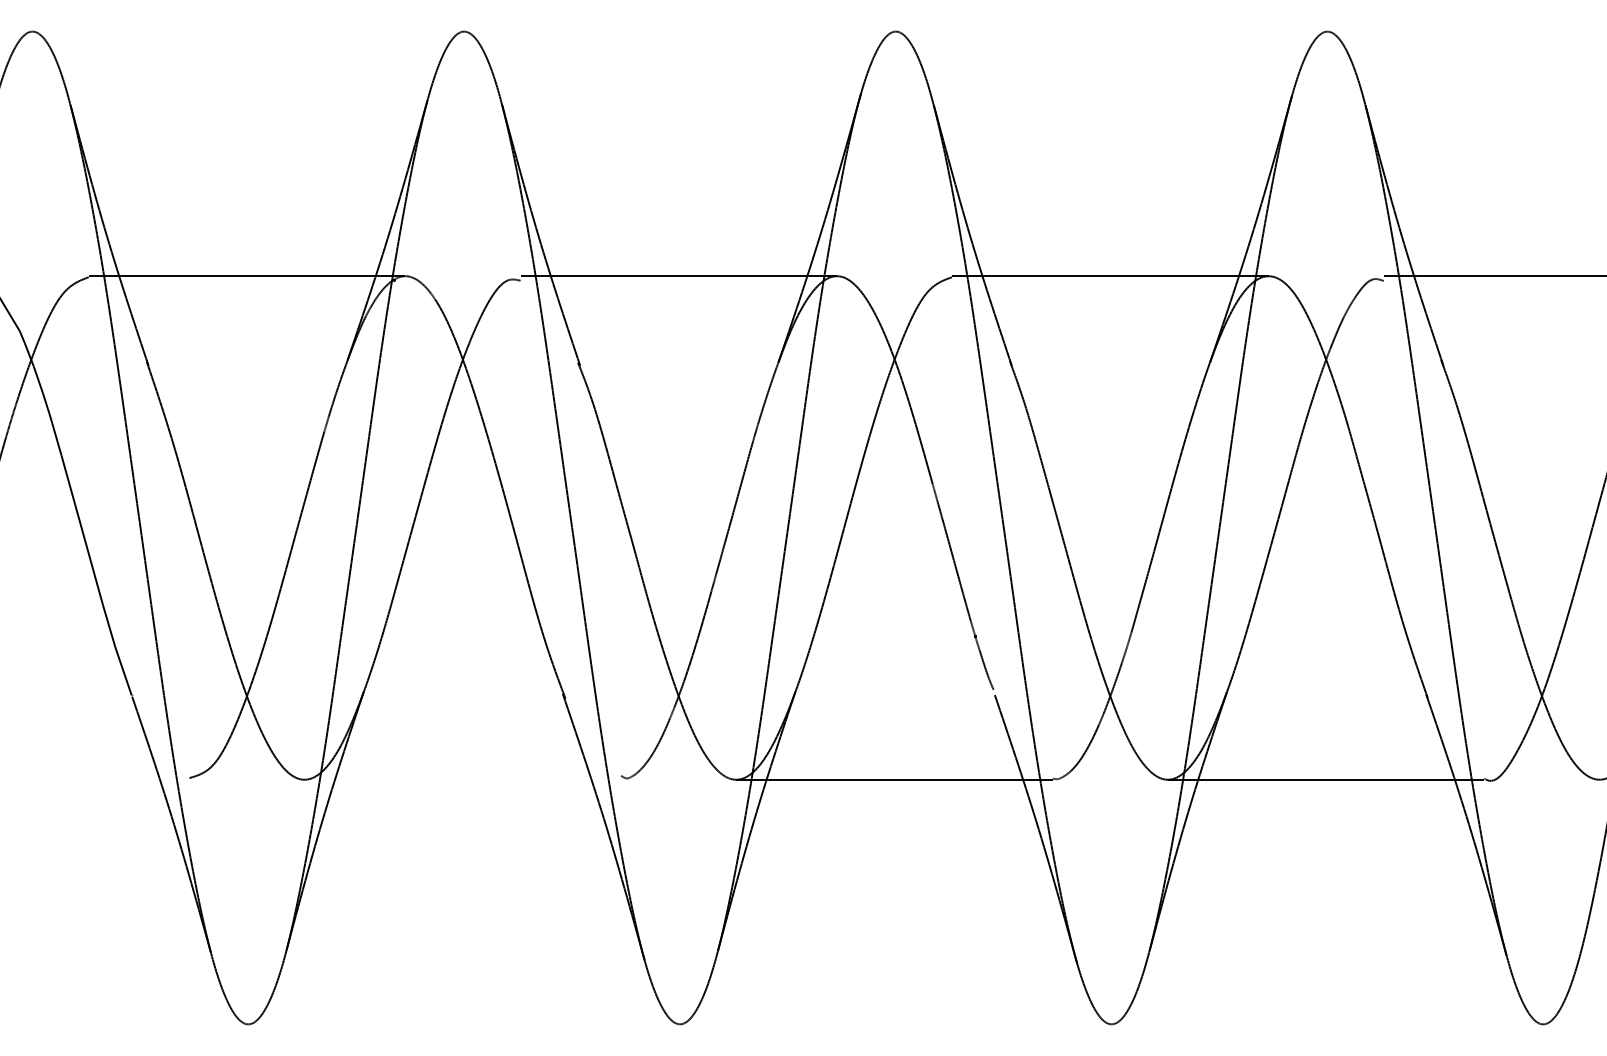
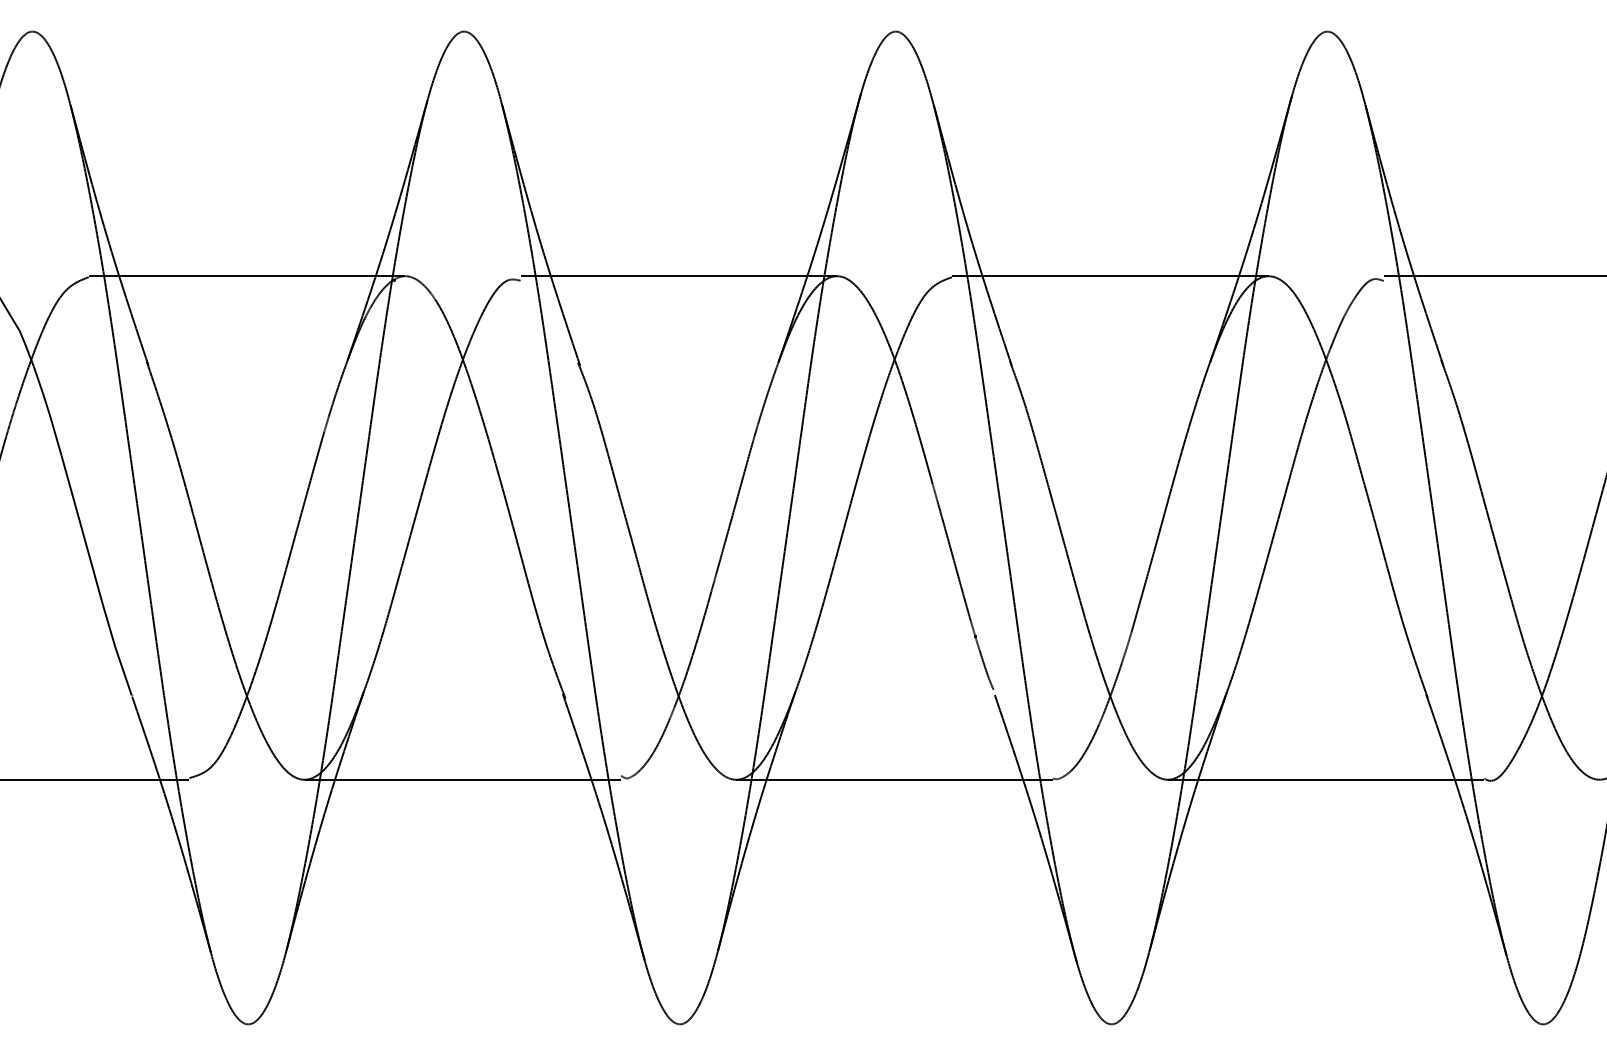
line at (95, 779): none -> present
line at (462, 779): none -> present
